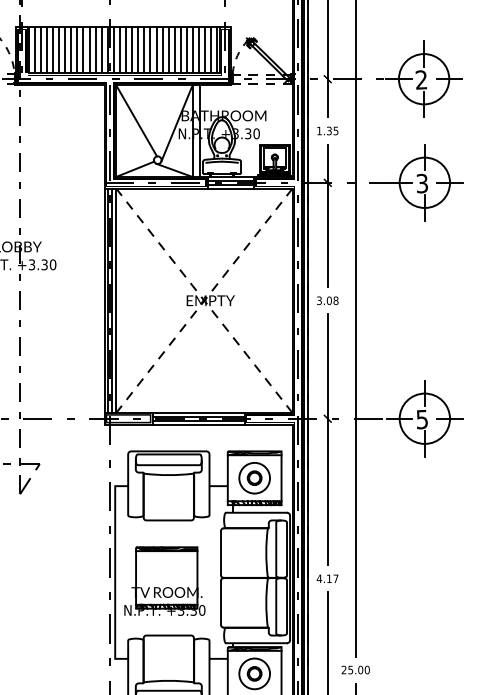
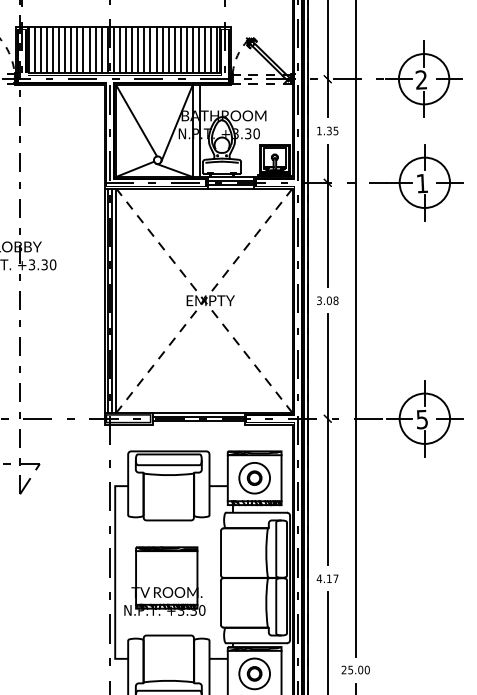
text at (422, 183): 3 -> 1
line at (198, 424): present -> none
